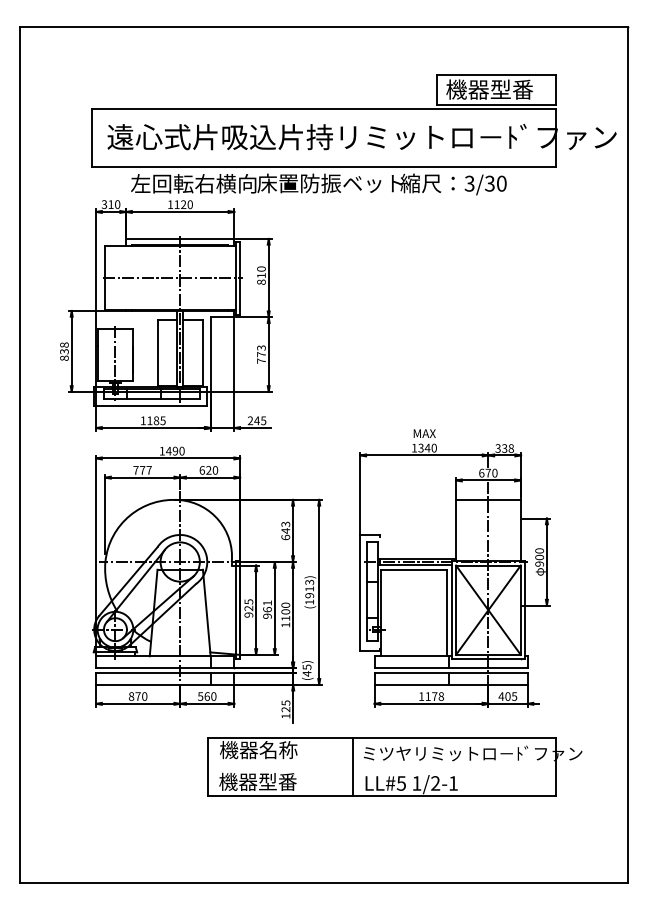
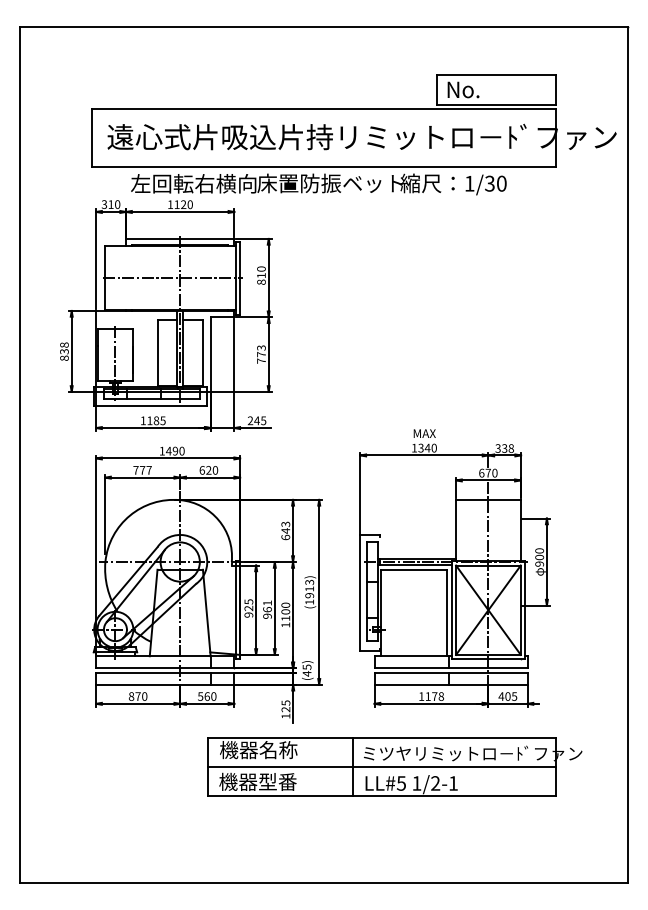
text at (489, 89): 機器型番 -> No.
text at (469, 183): 3/30 -> 1/30
line at (381, 766): none -> present
